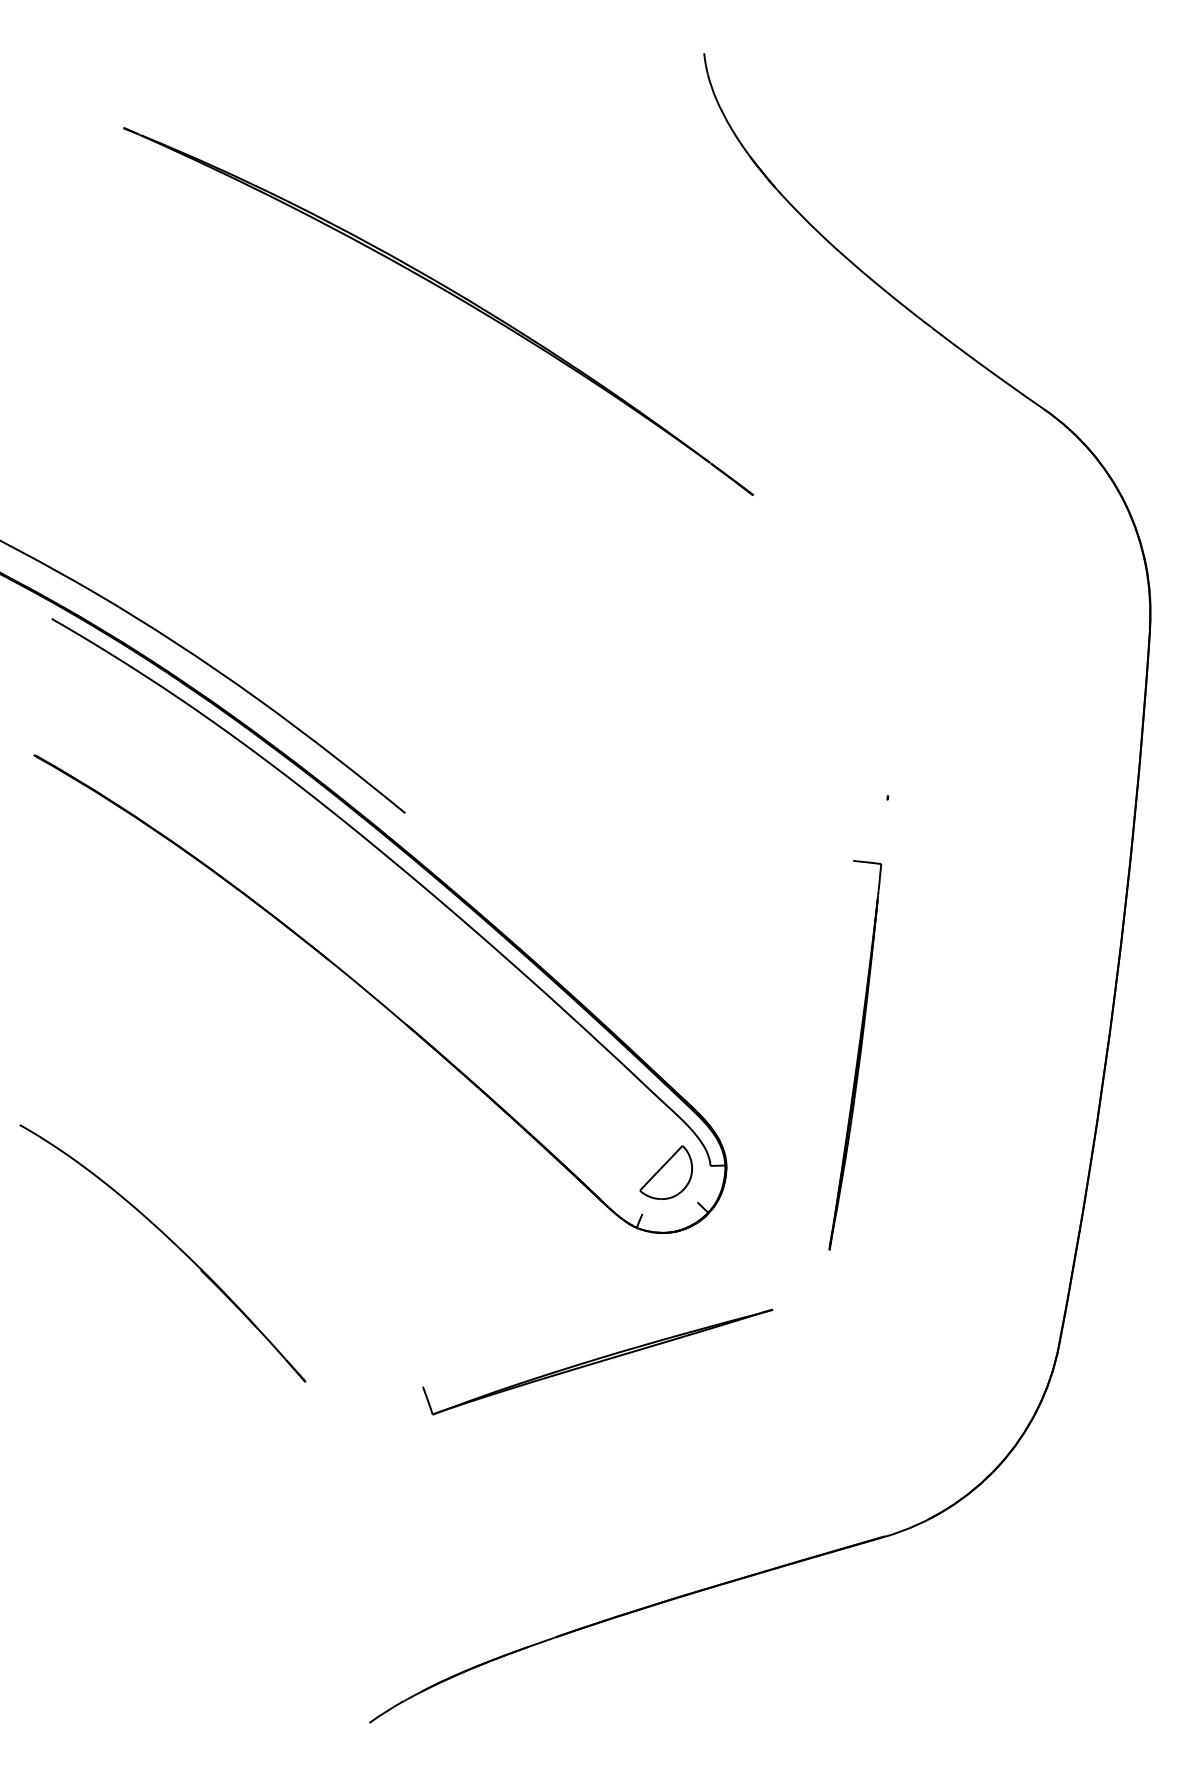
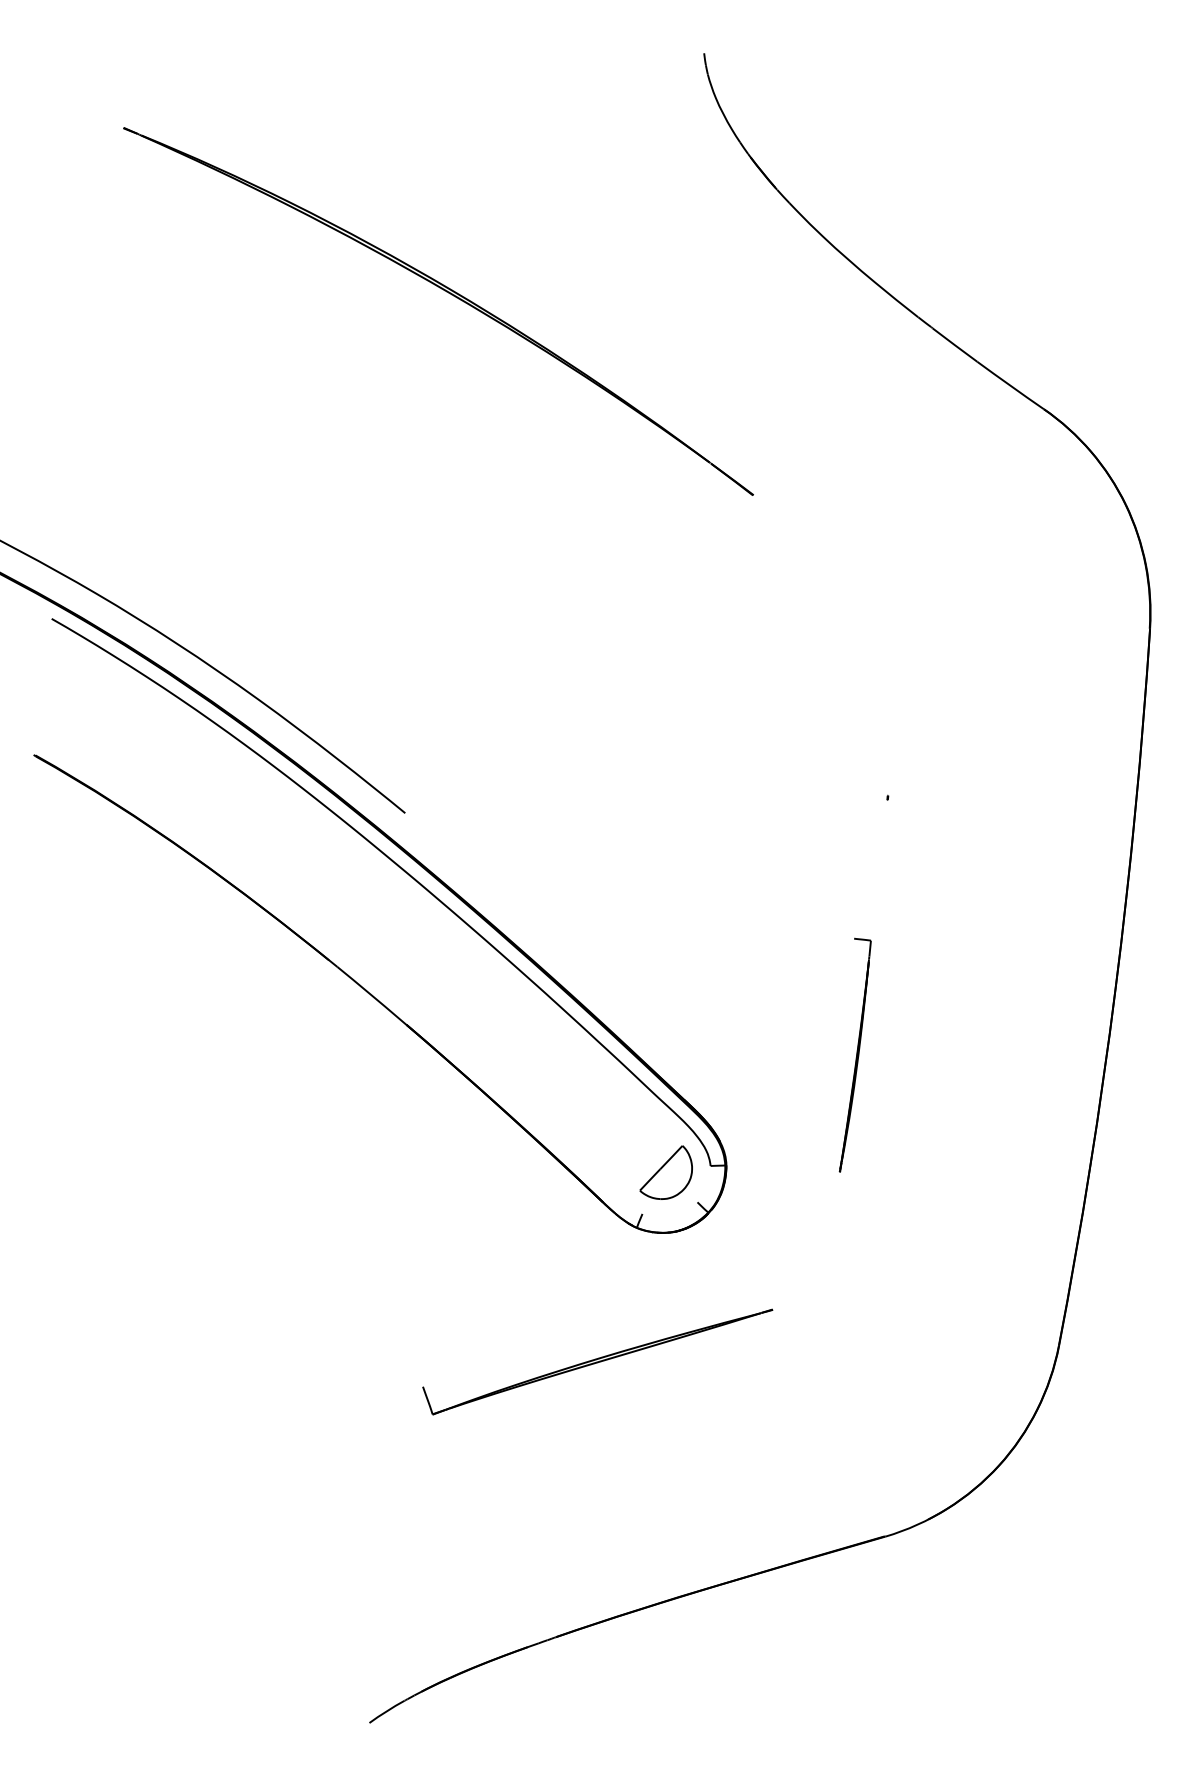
part at (855, 1055) size: 55x391 px -> 34x236 px
part at (172, 1243): present -> none
